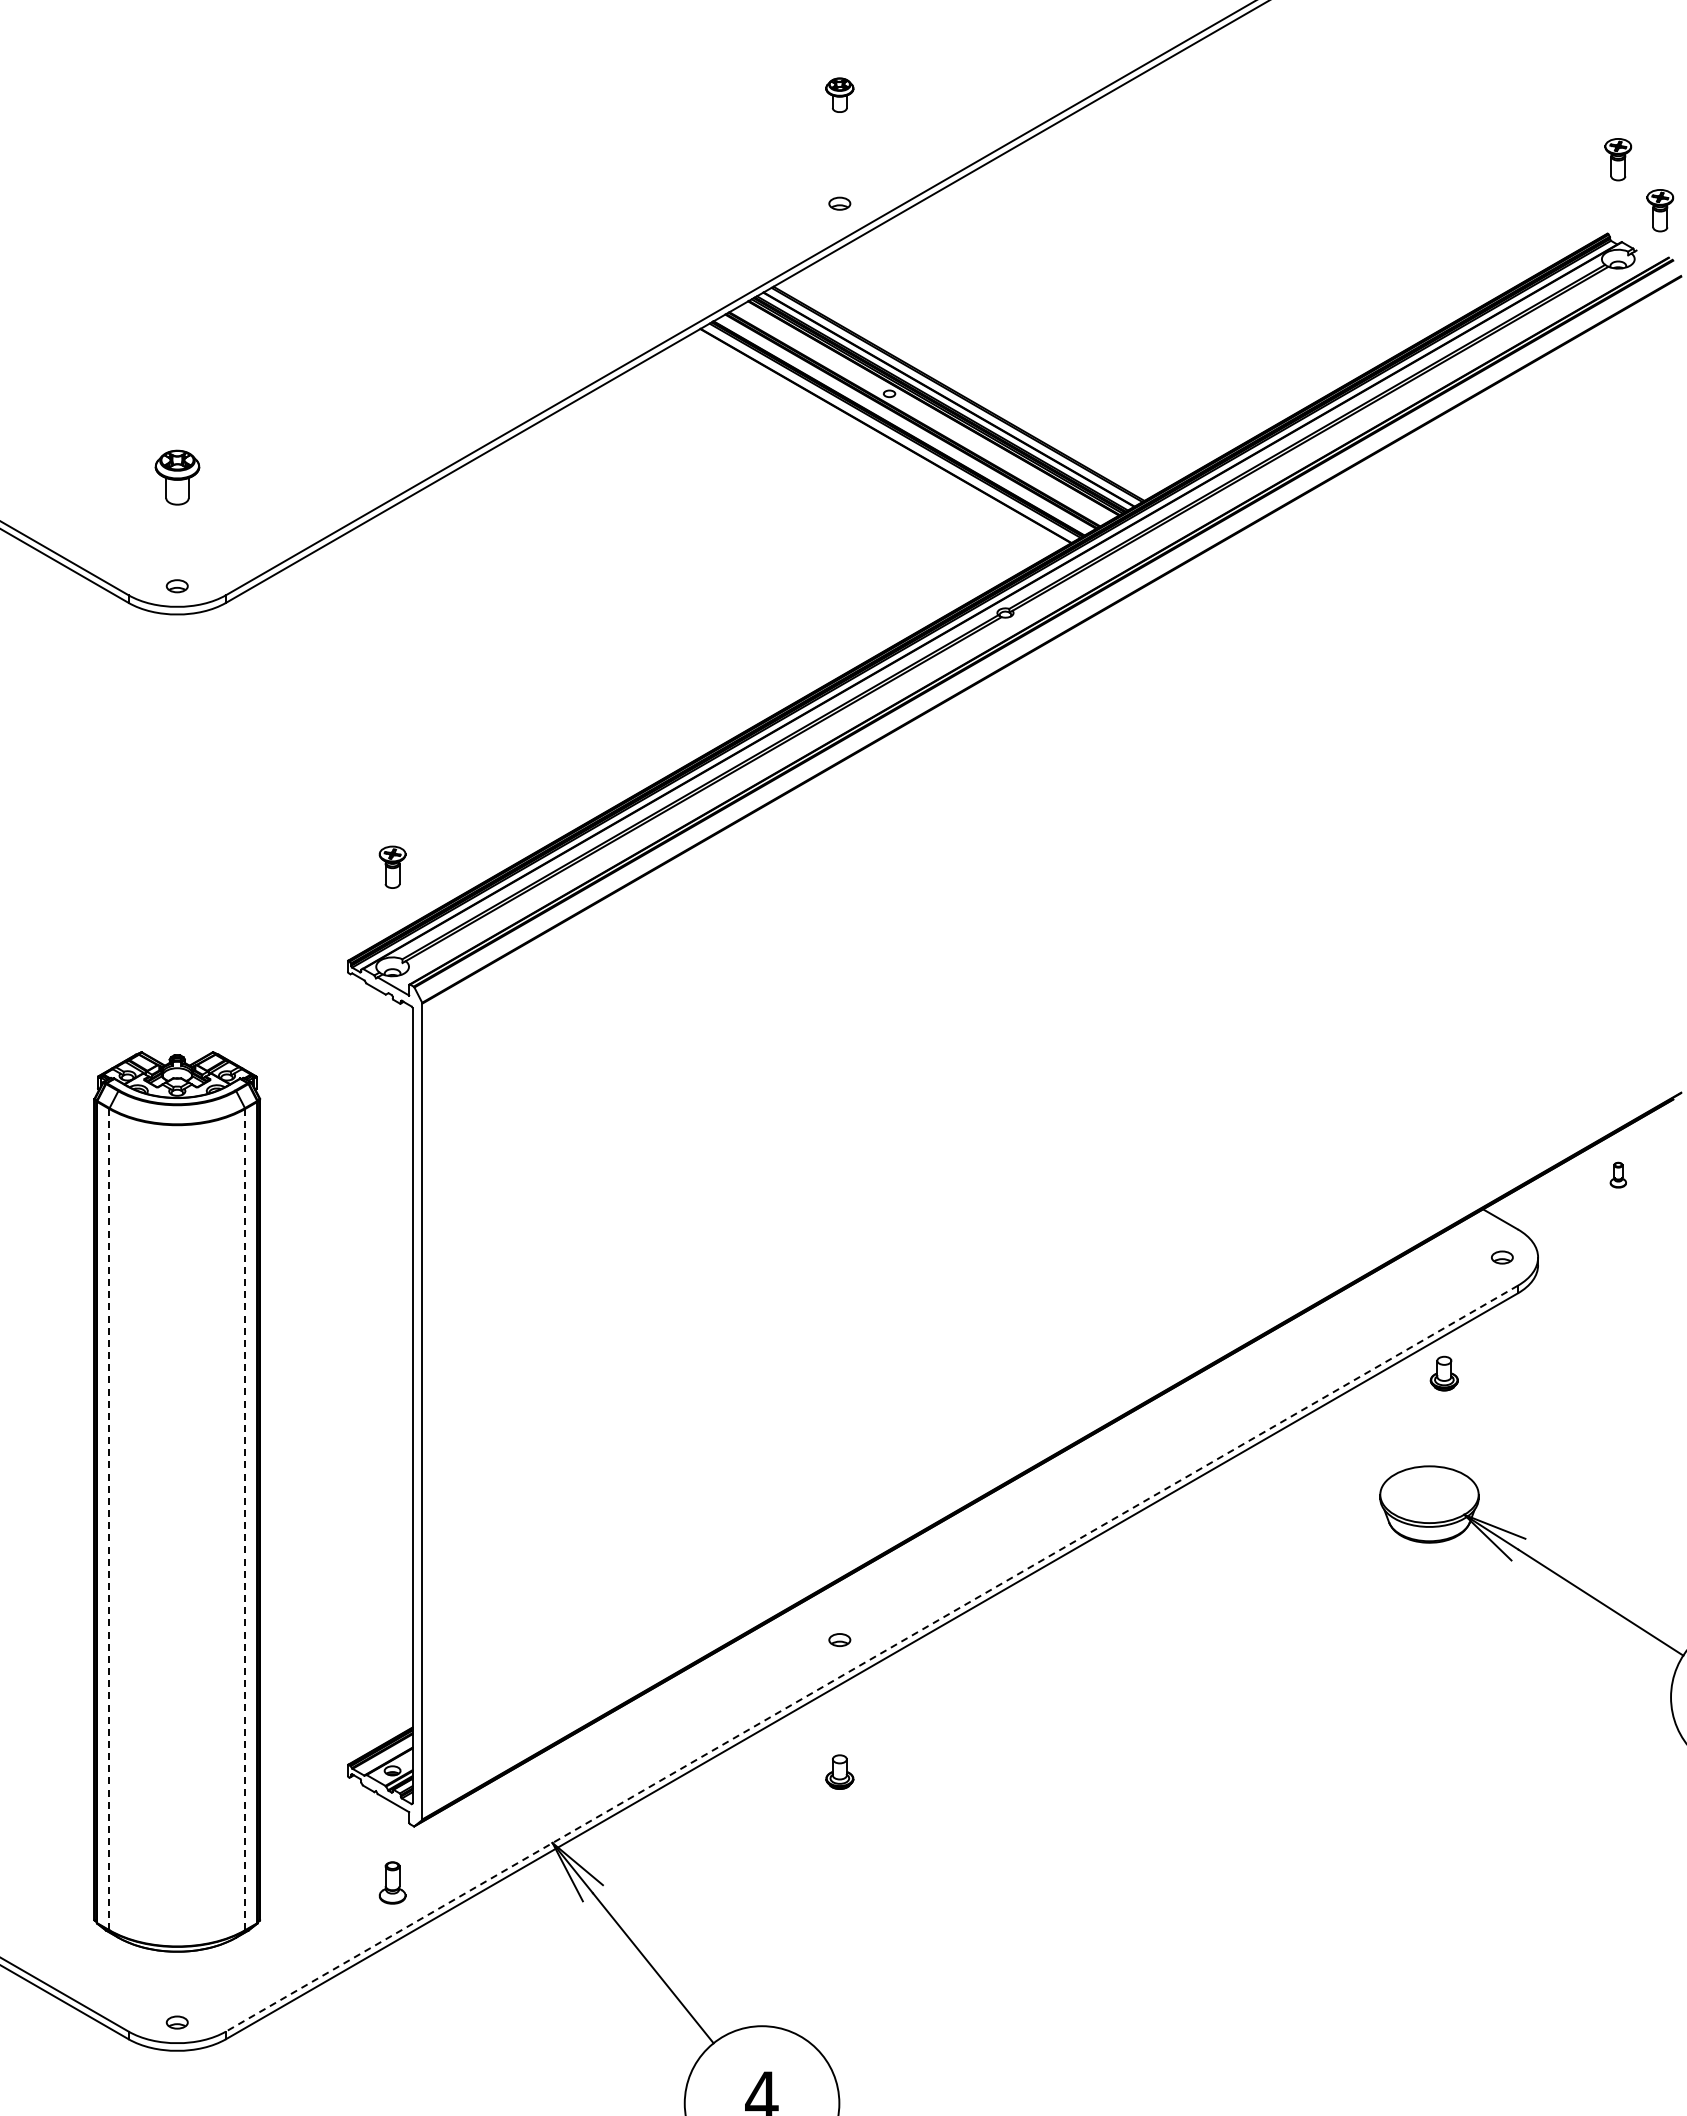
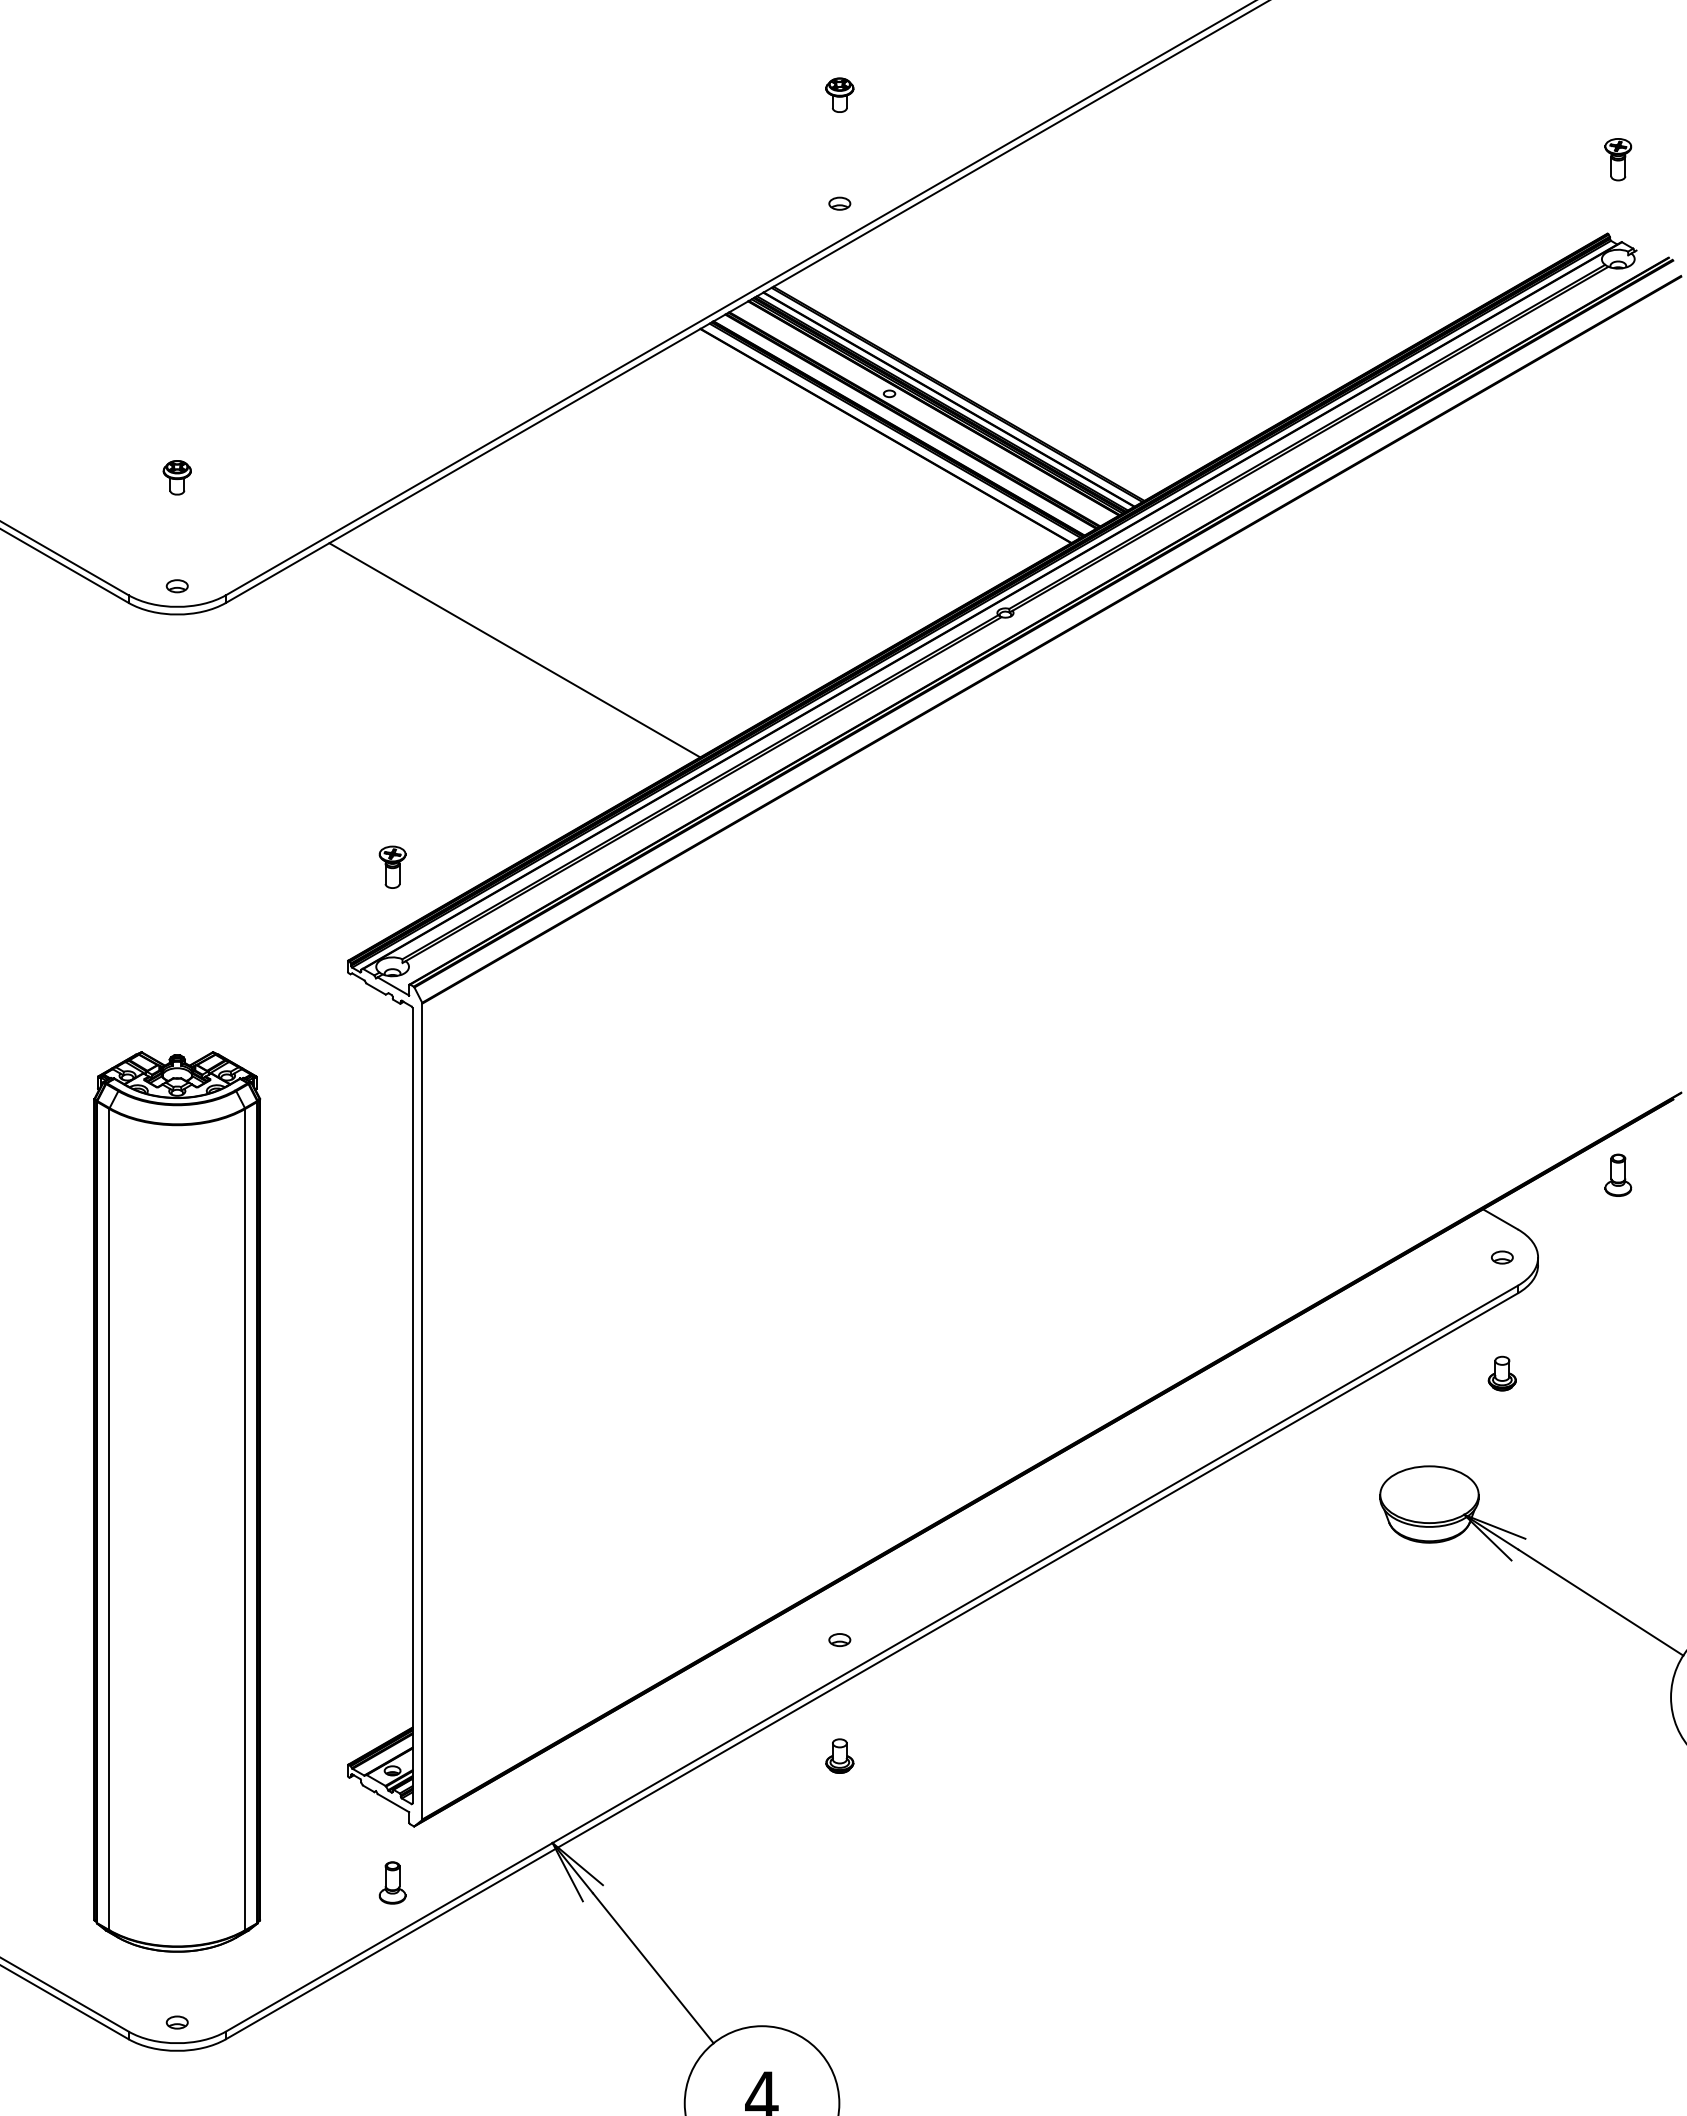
part at (1660, 210): present -> none
part at (177, 477) size: 47x57 px -> 30x36 px
line at (514, 650): none -> present
part at (1617, 1174) size: 18x28 px -> 29x44 px
part at (1443, 1373) position: (1443, 1373) -> (1501, 1373)
line at (109, 1519): dashed -> solid
line at (245, 1519): dashed -> solid
line at (871, 1658): dashed -> solid
part at (839, 1771) position: (839, 1771) -> (839, 1755)
